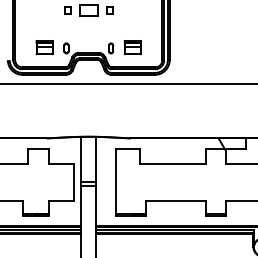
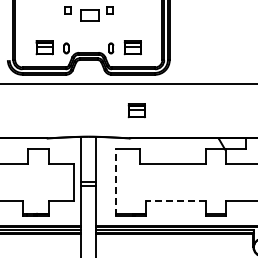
part at (88, 10) position: (88, 10) -> (89, 15)
part at (136, 110): none -> present
line at (116, 182): solid -> dashed
line at (175, 201): solid -> dashed
